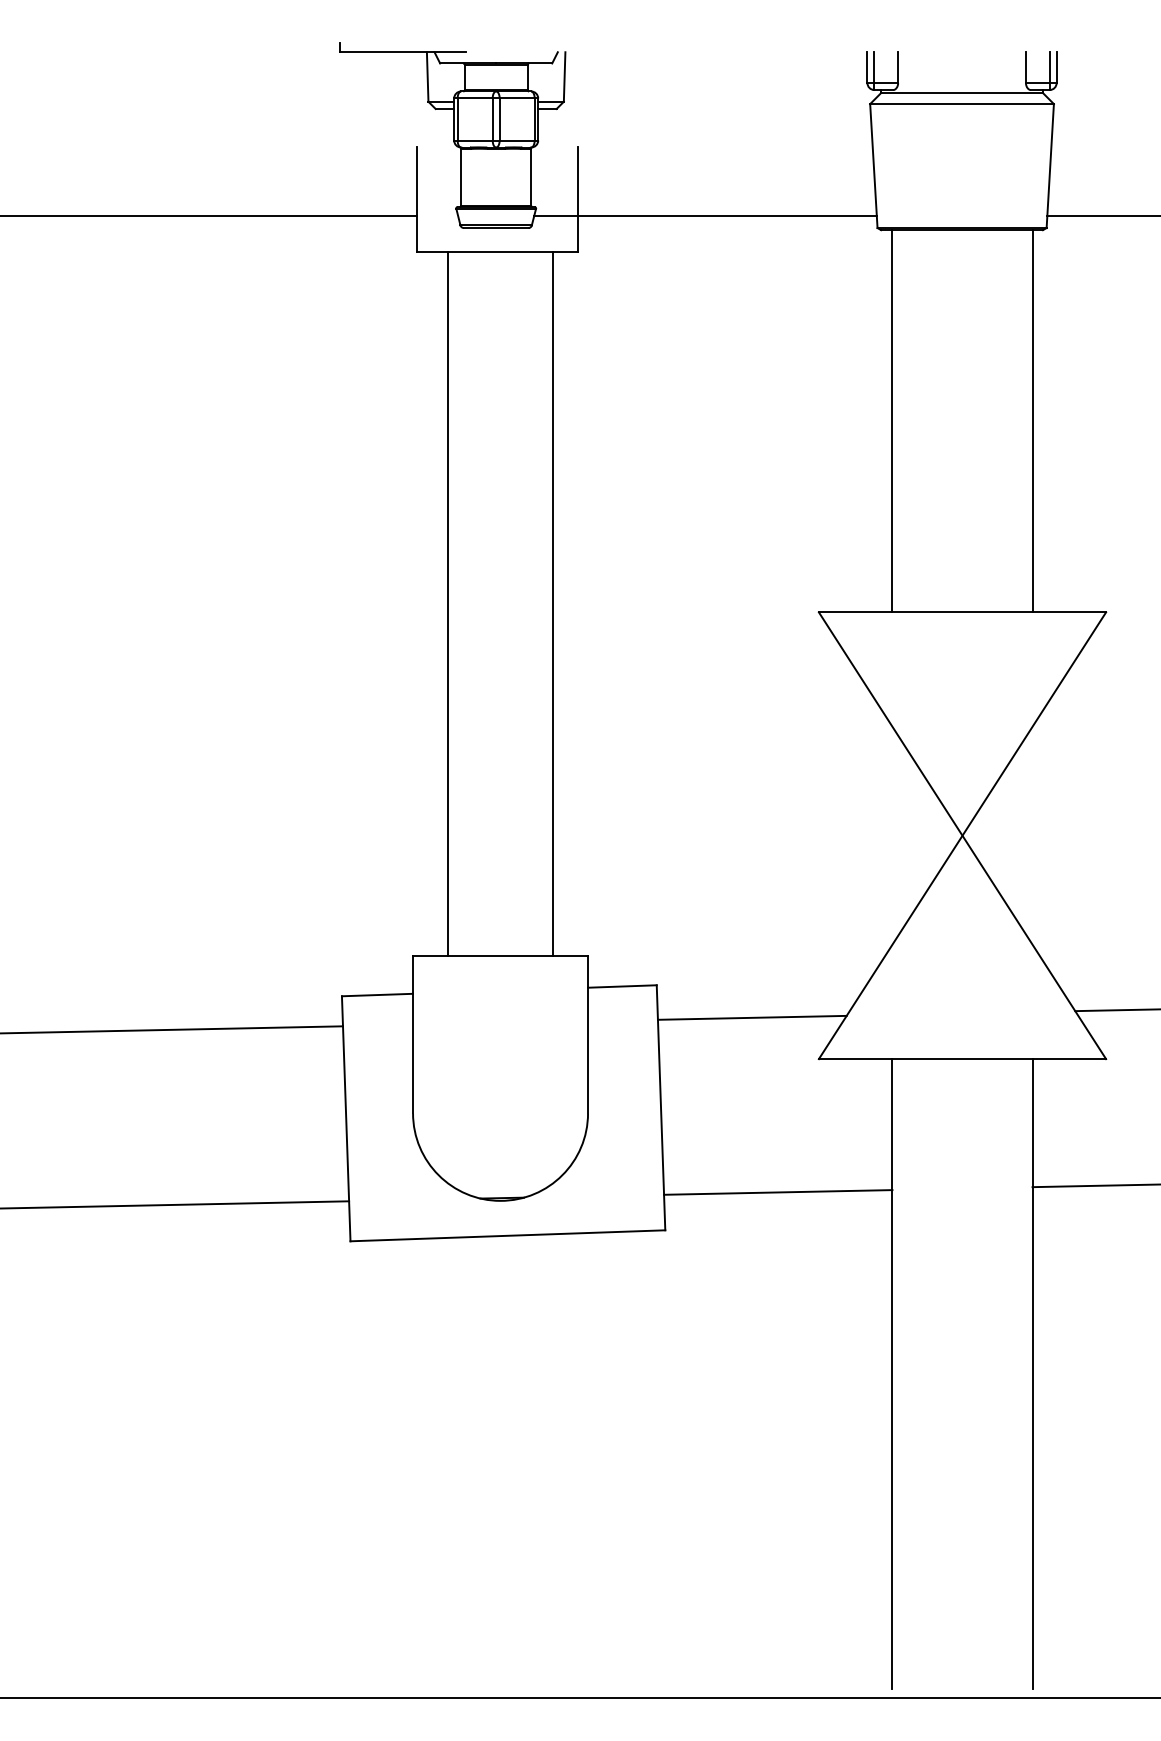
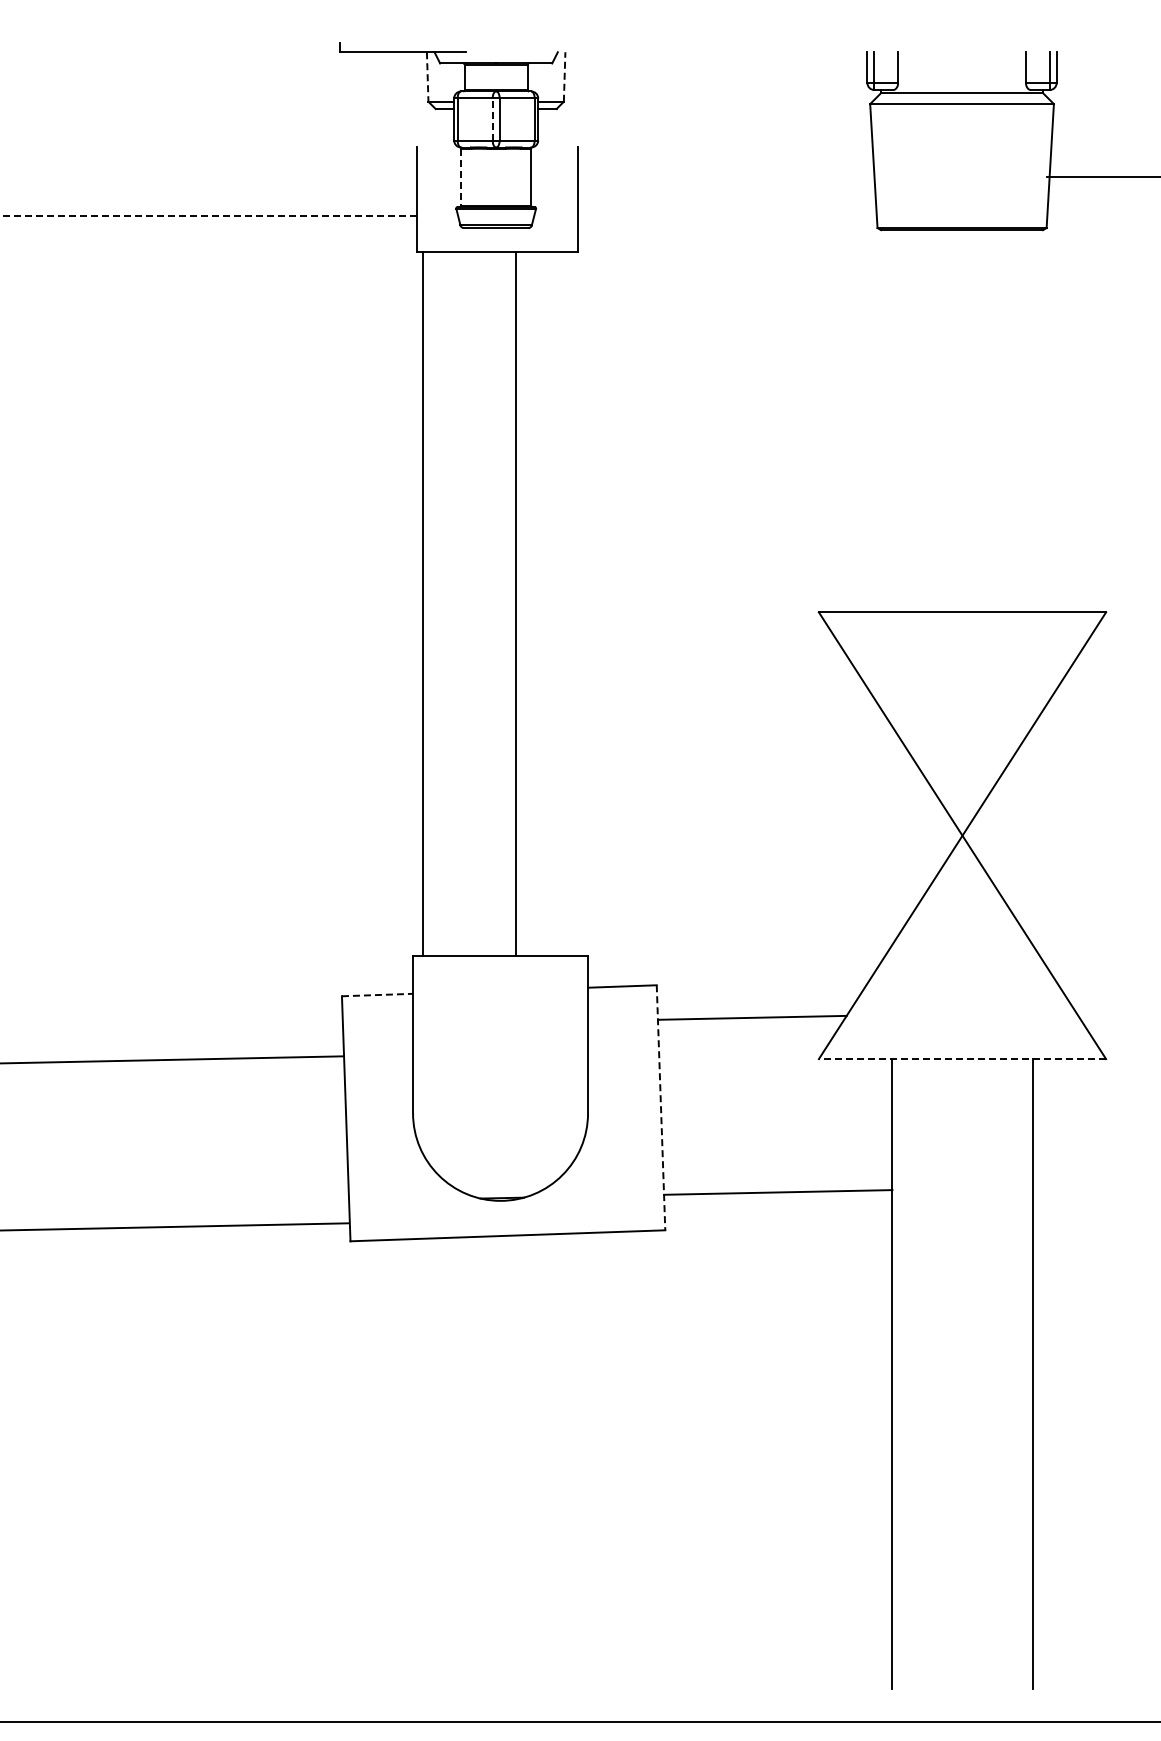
line at (427, 77): solid -> dashed
line at (564, 77): solid -> dashed
line at (492, 119): solid -> dashed
line at (461, 177): solid -> dashed
line at (208, 216): solid -> dashed
line at (705, 216): present -> none
line at (1102, 216) position: (1102, 216) -> (1102, 177)
line at (892, 421): present -> none
line at (1032, 421): present -> none
line at (448, 603) position: (448, 603) -> (423, 603)
line at (553, 603) position: (553, 603) -> (516, 603)
line at (377, 995): solid -> dashed
line at (1116, 1010): present -> none
line at (172, 1029) position: (172, 1029) -> (173, 1059)
line at (962, 1059): solid -> dashed
line at (661, 1107): solid -> dashed
line at (1094, 1185): present -> none
line at (175, 1204) position: (175, 1204) -> (175, 1226)
line at (579, 1697) position: (579, 1697) -> (579, 1721)
